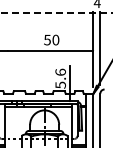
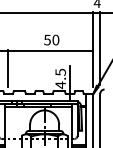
line at (56, 13): dashed -> solid
line at (7, 67): none -> present
text at (60, 78): 5.6 -> 4.5
